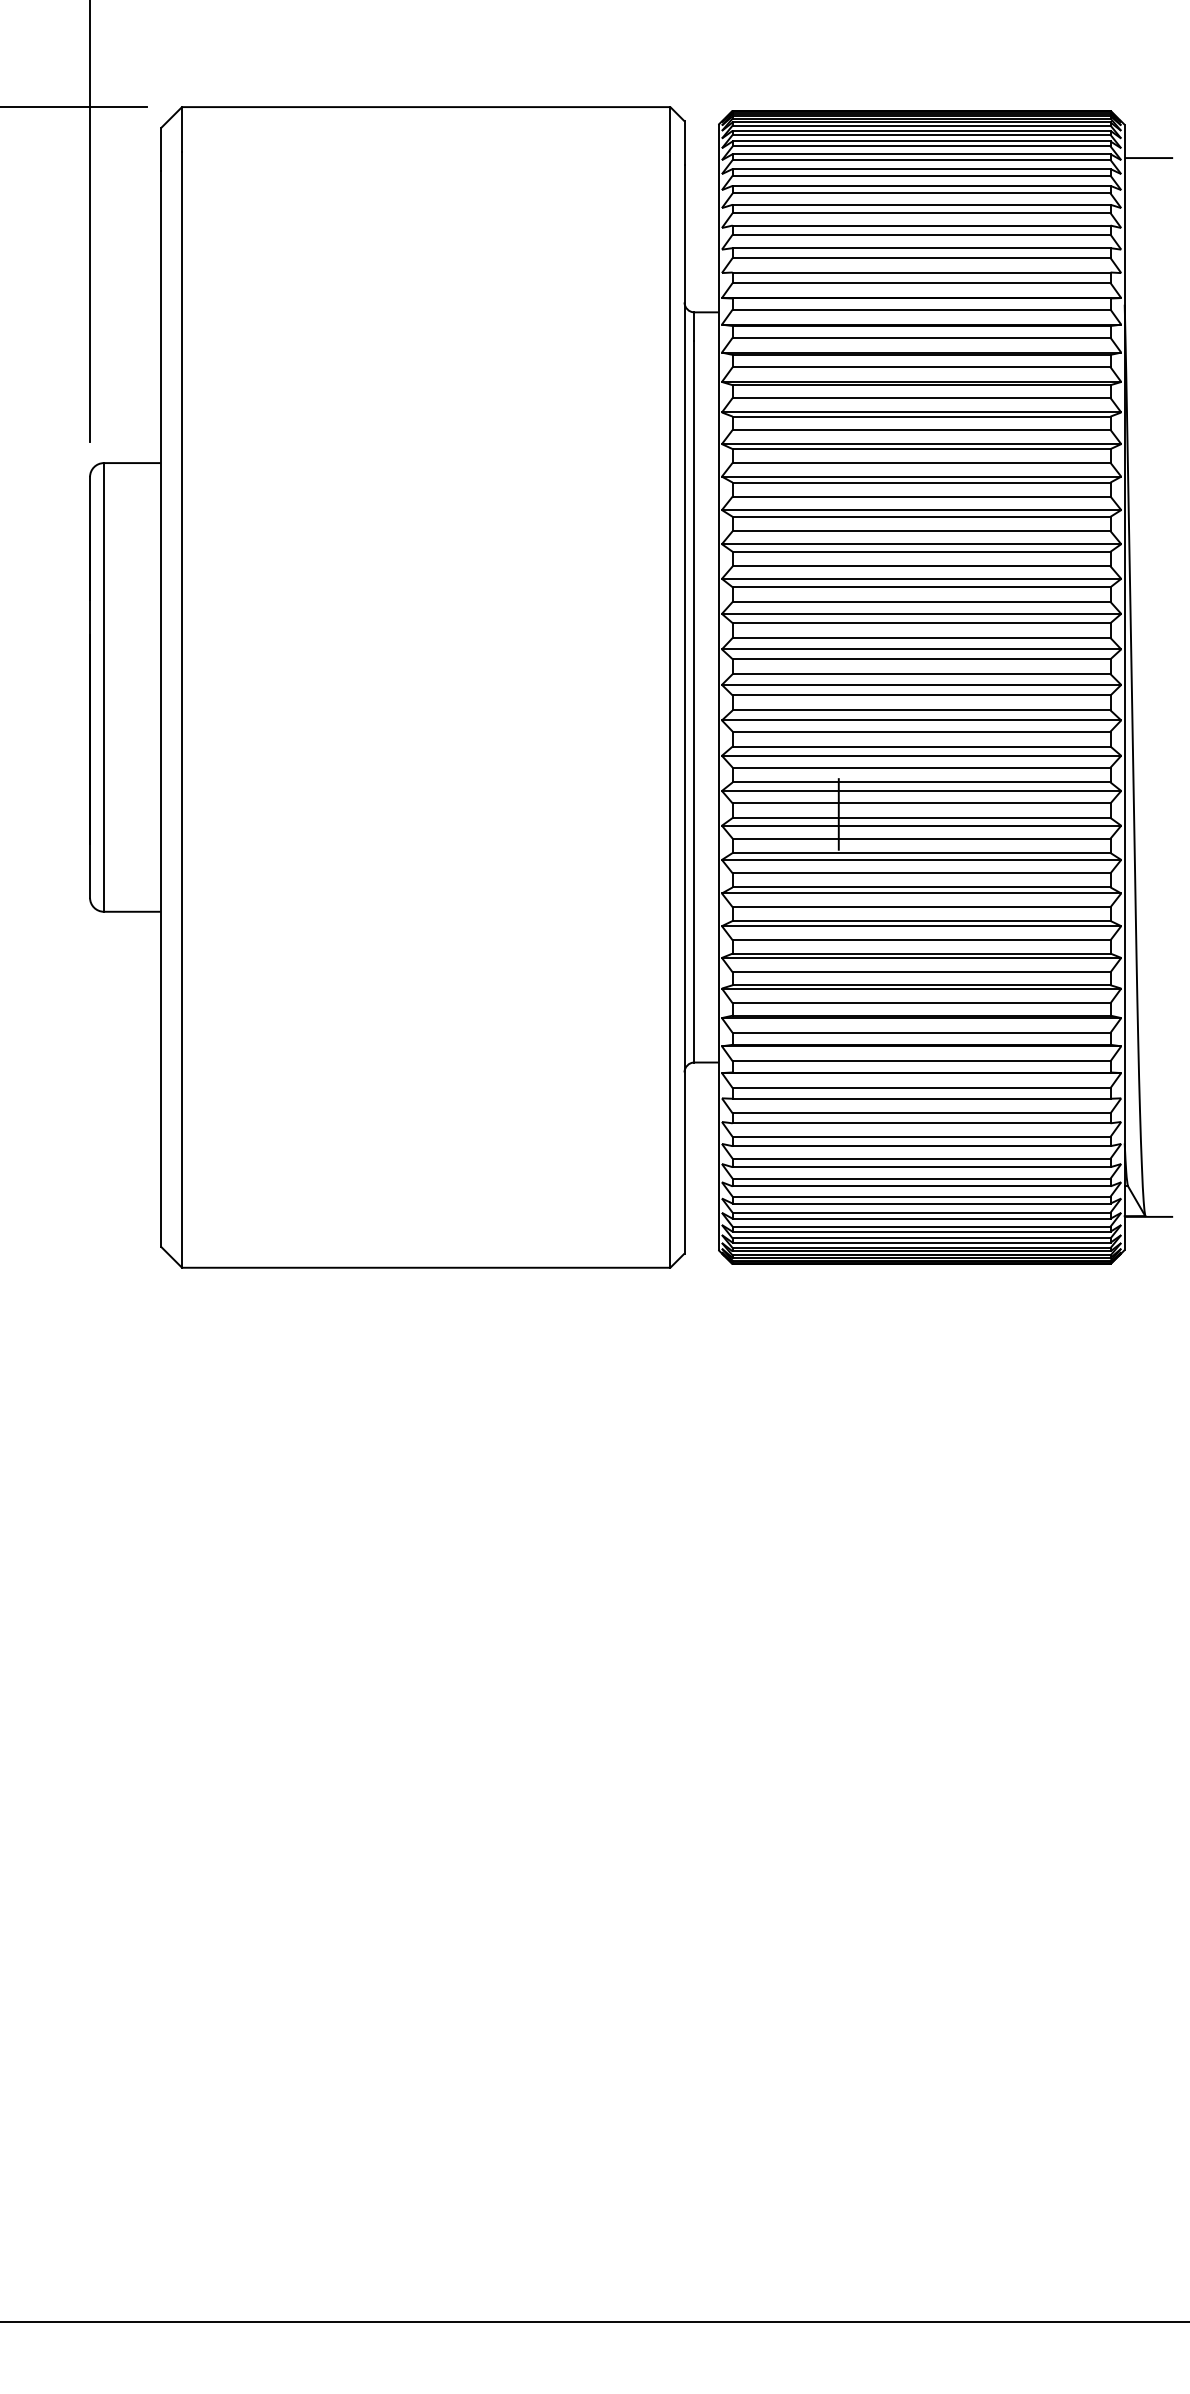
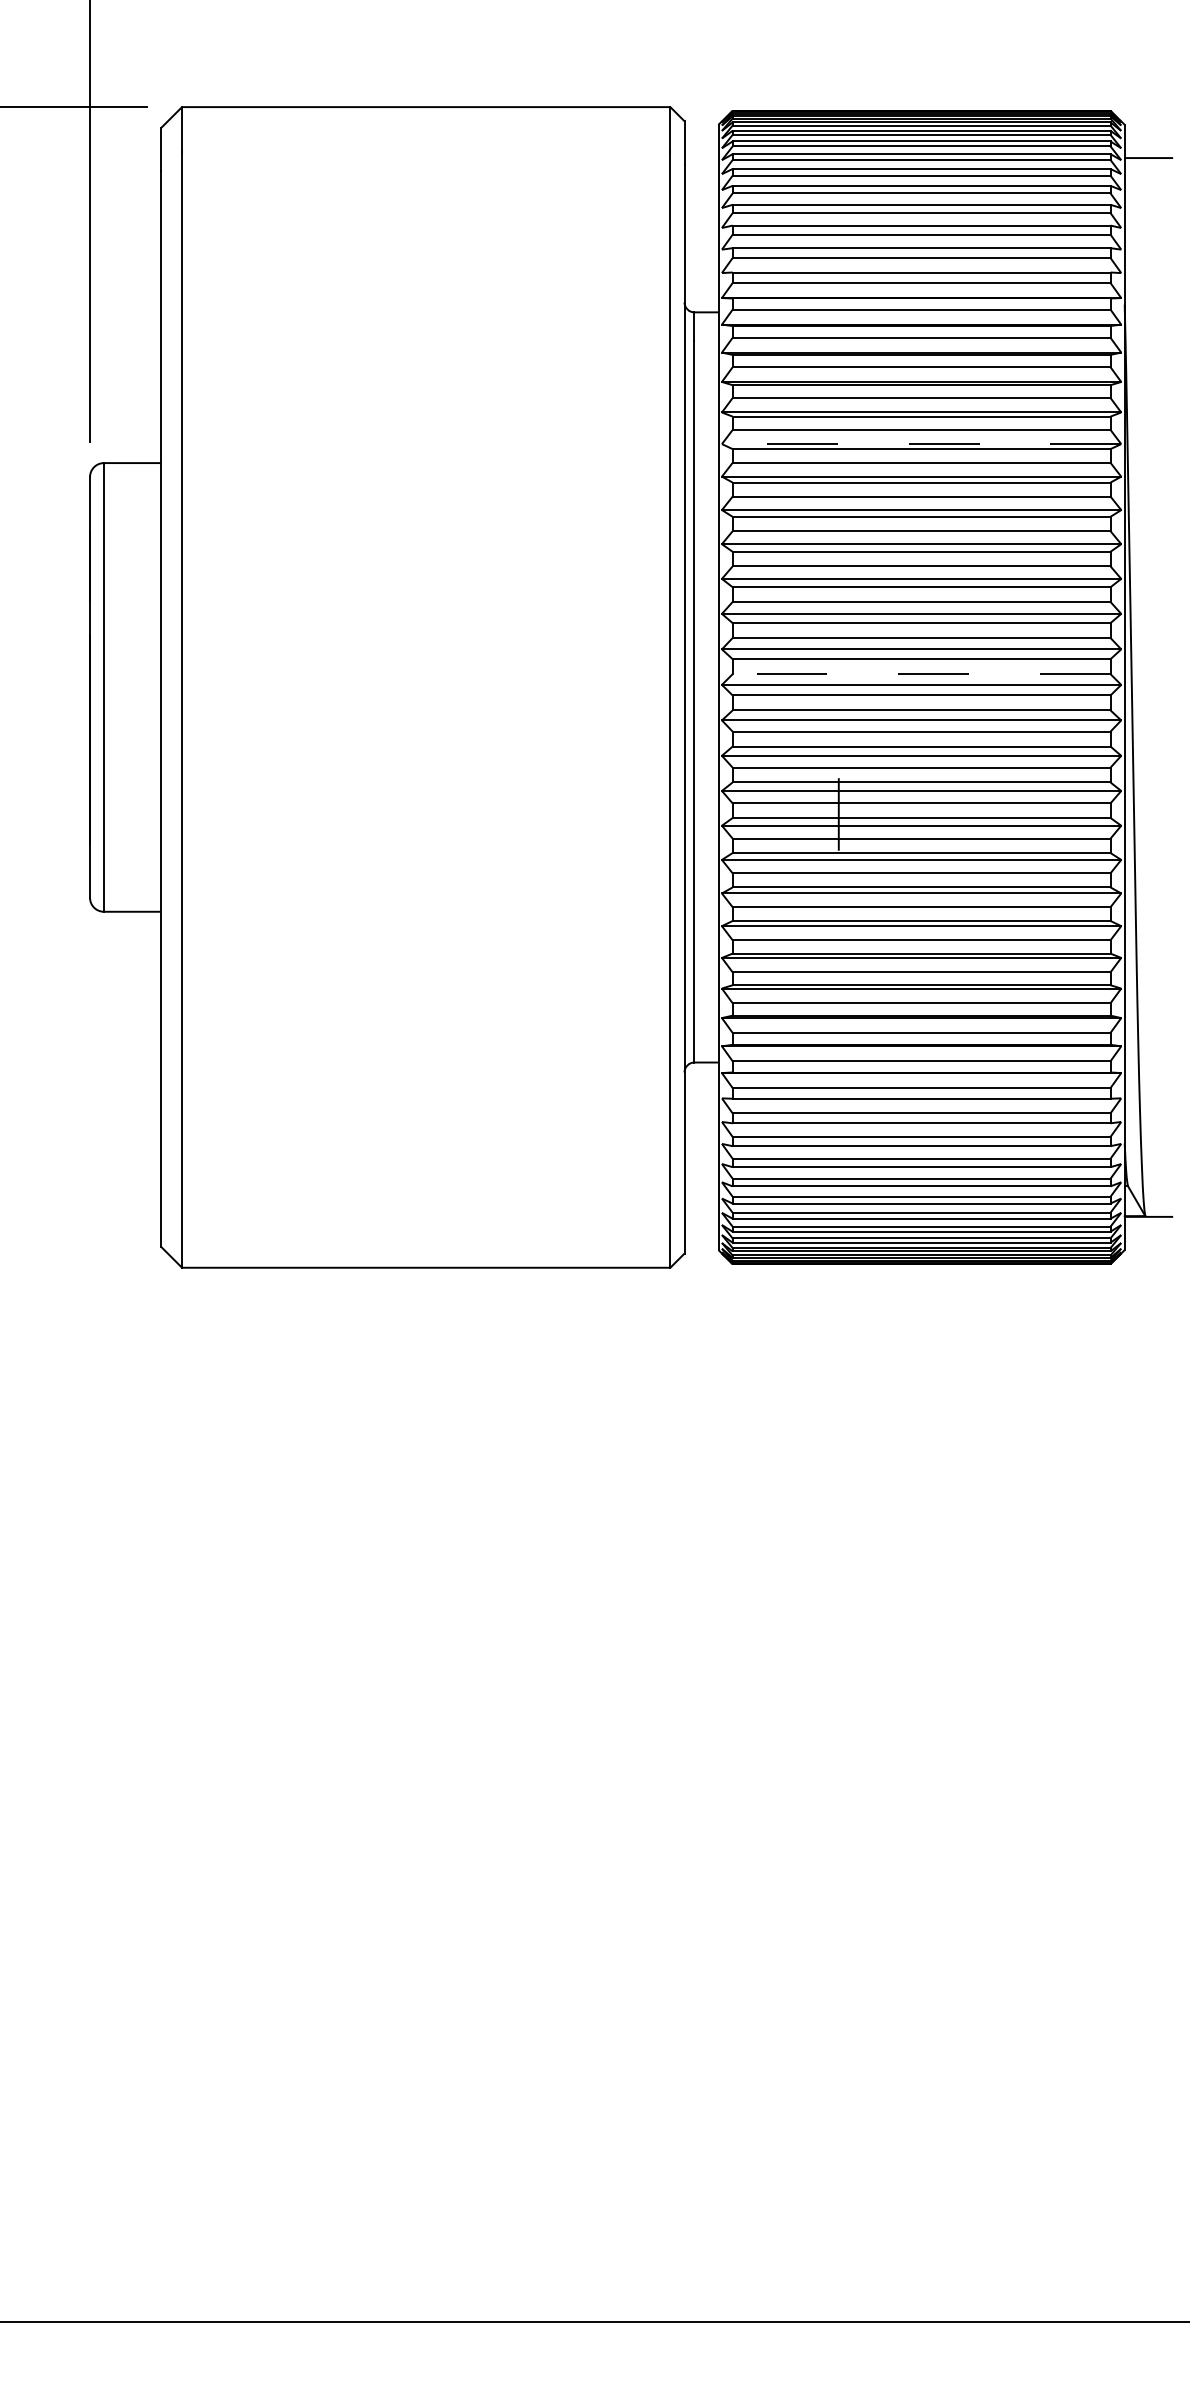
line at (921, 444): solid -> dashed
line at (921, 674): solid -> dashed
